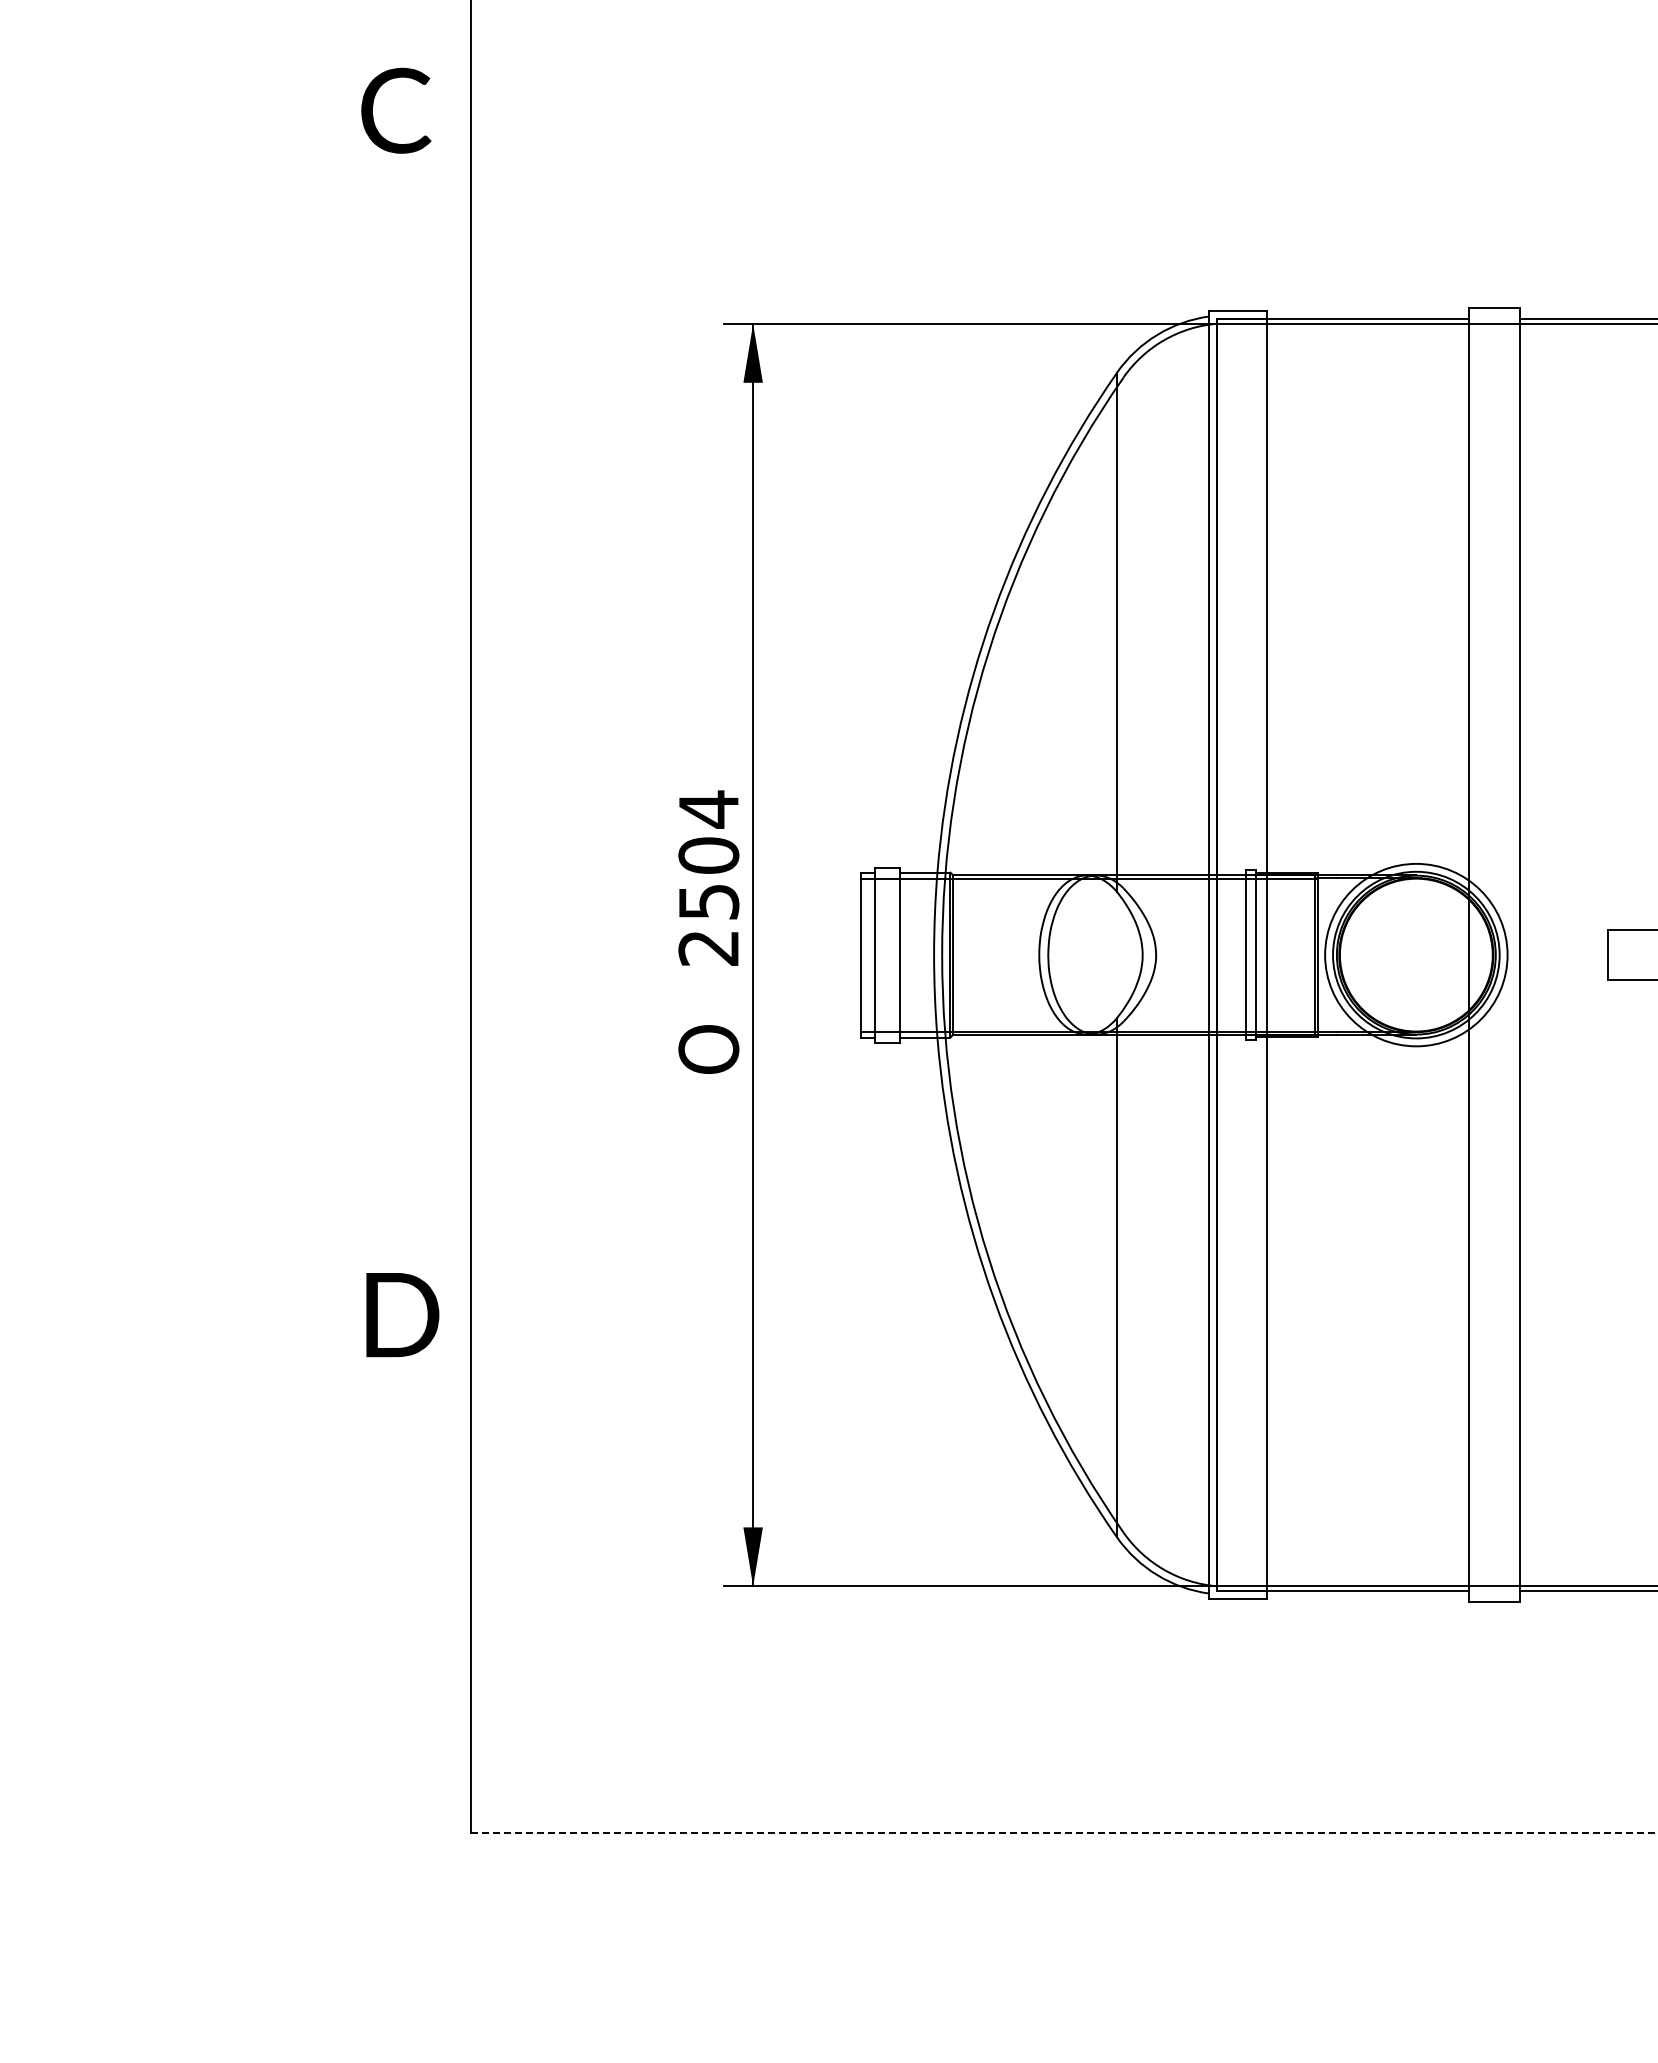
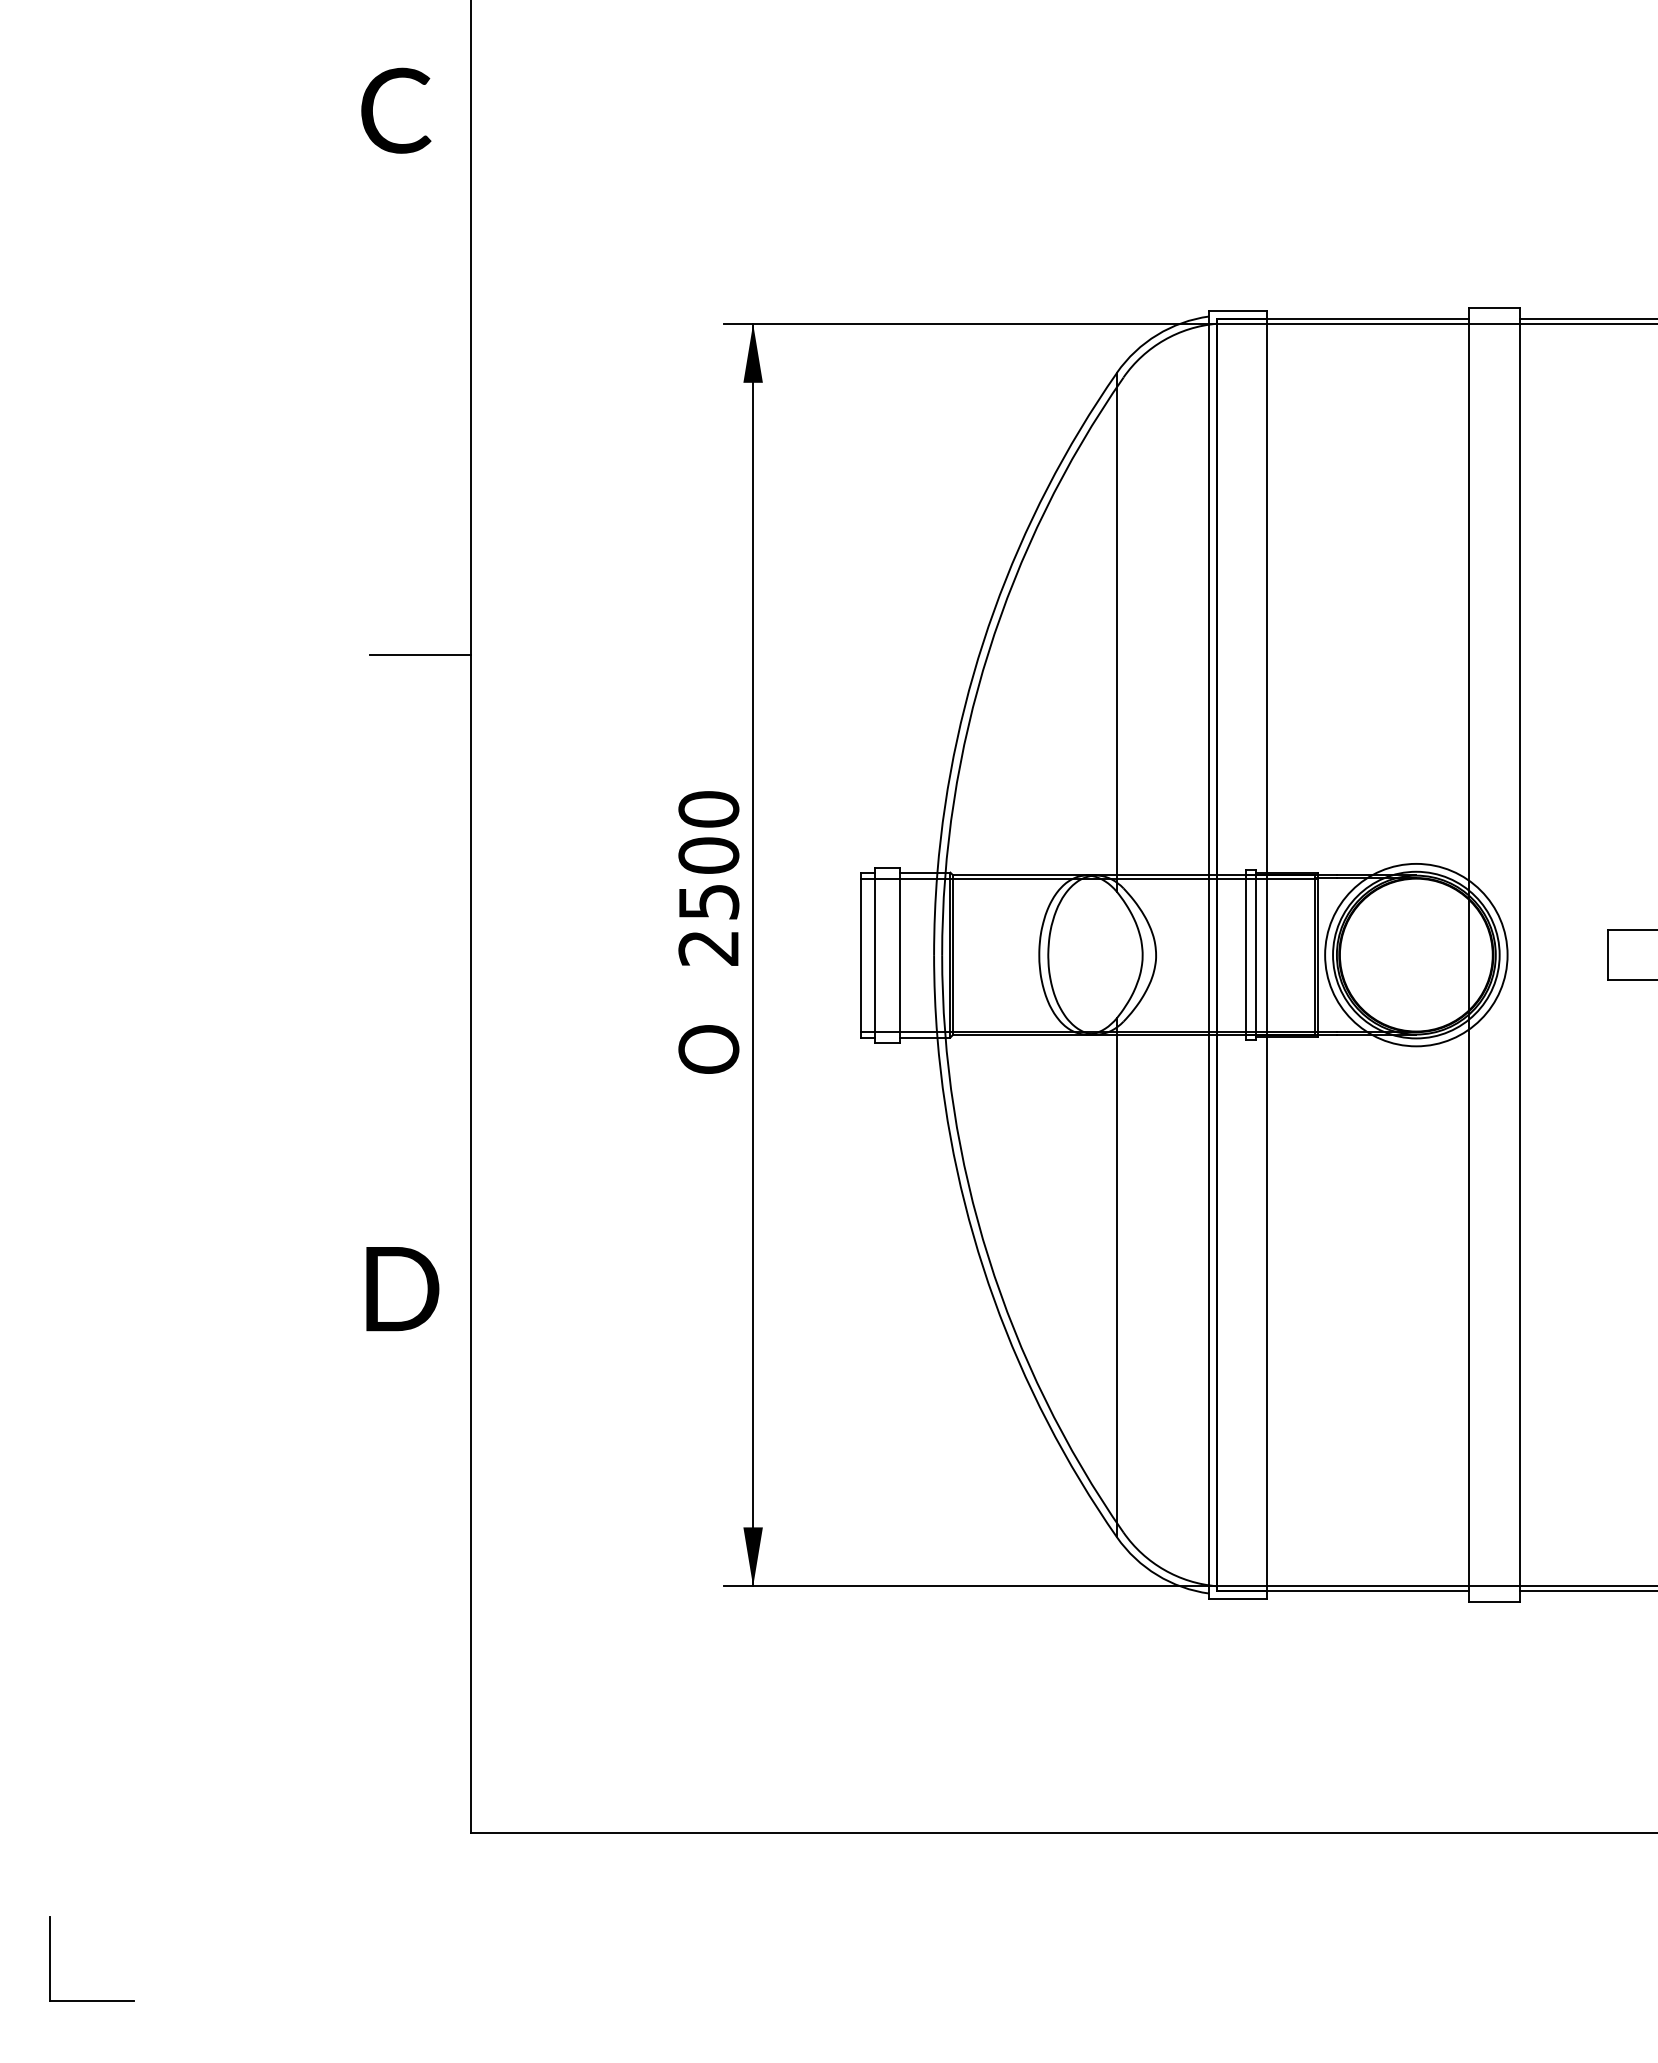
line at (419, 654): none -> present
text at (708, 809): 2504 -> 2500
text at (402, 1315) position: (402, 1315) -> (402, 1289)
line at (1064, 1832): dashed -> solid
part at (50, 1958): none -> present
